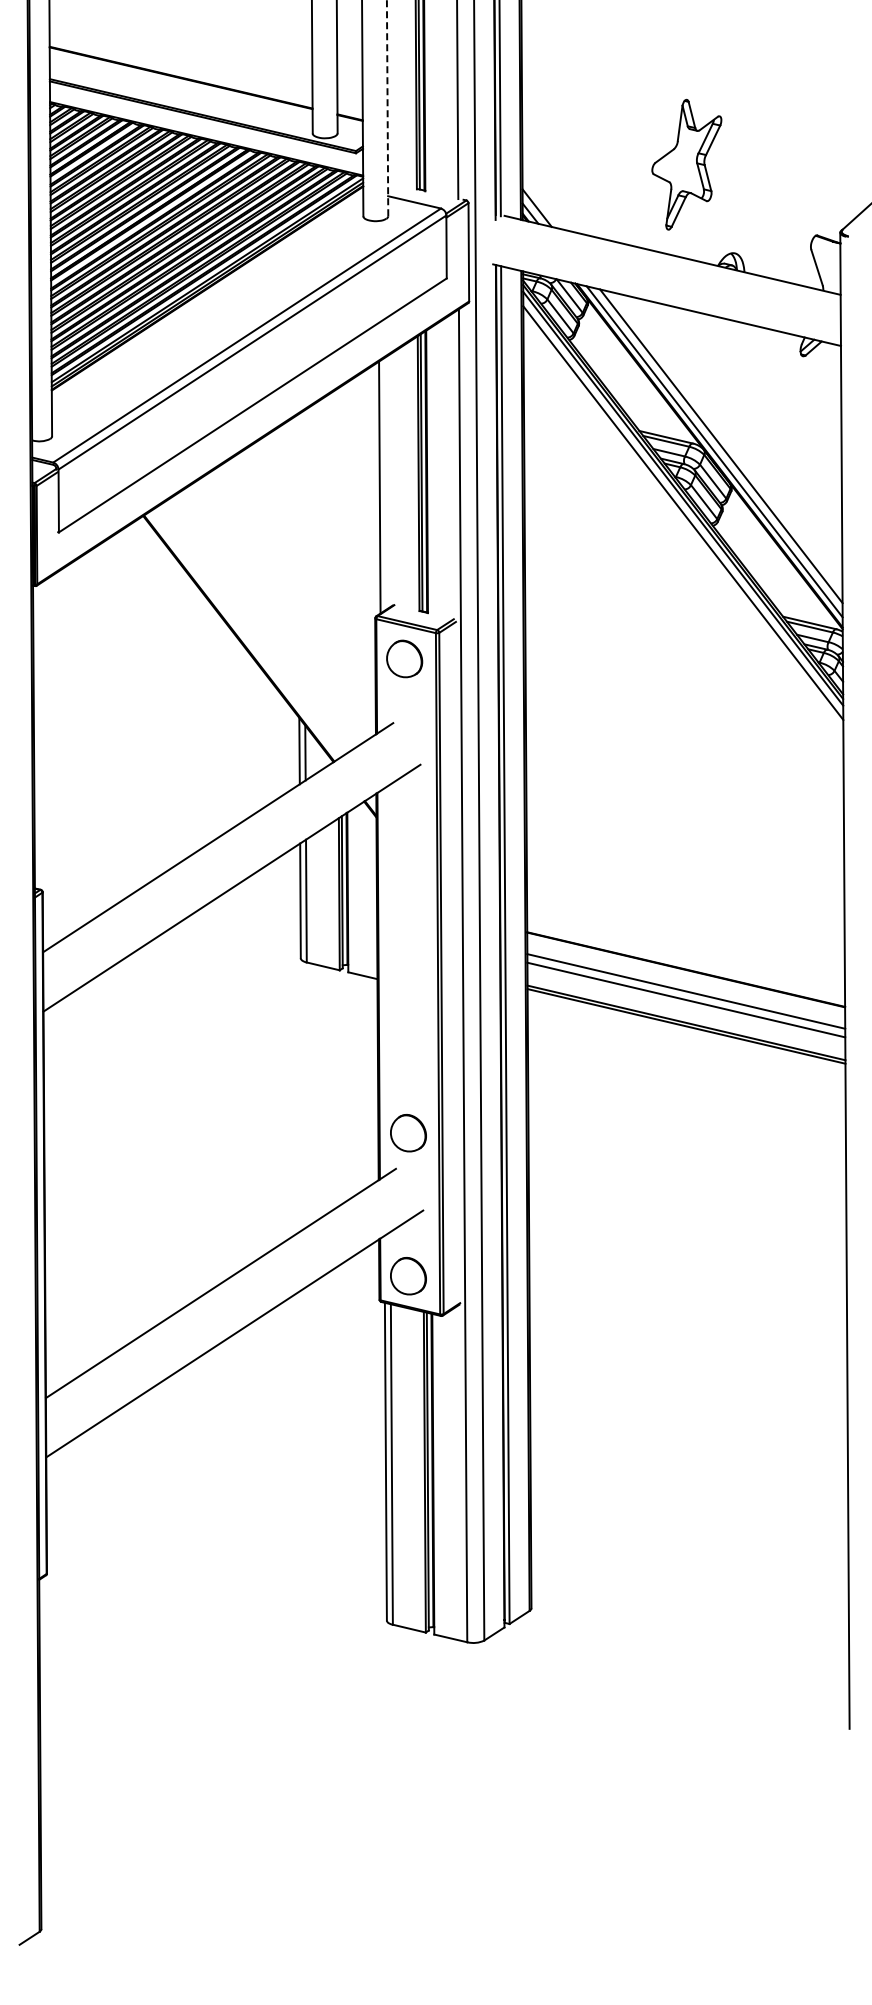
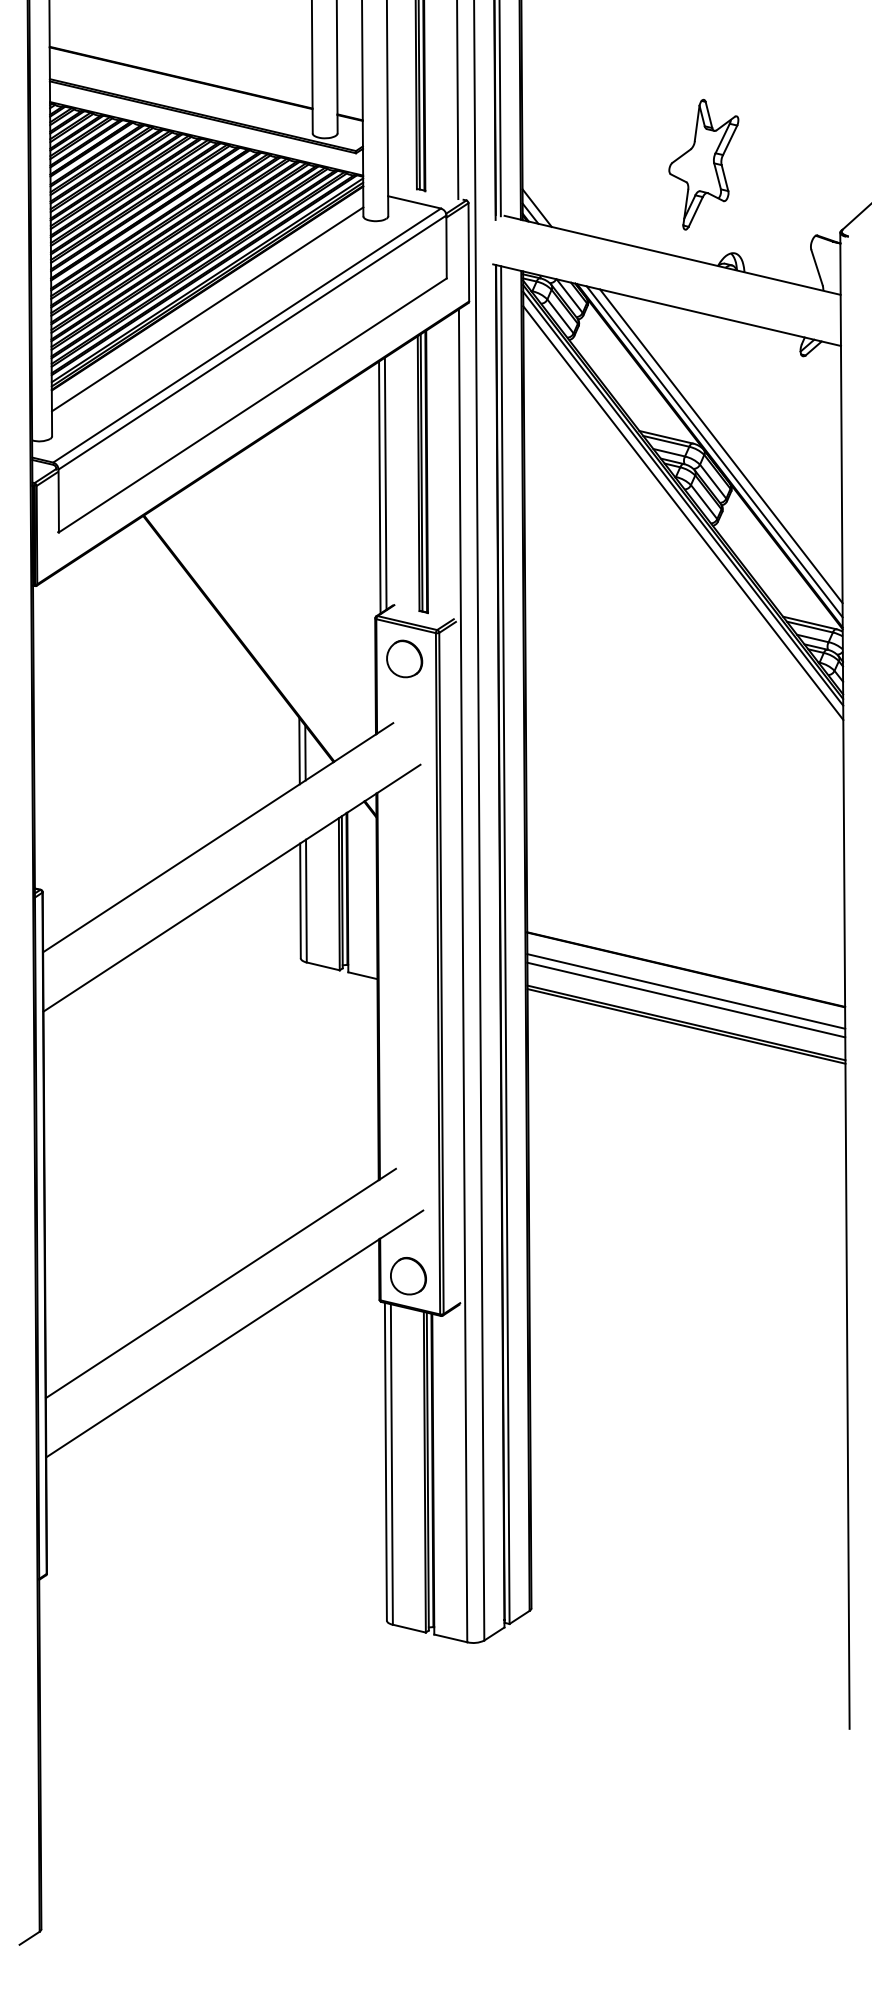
line at (387, 108): dashed -> solid
part at (686, 164) position: (686, 164) -> (703, 164)
line at (207, 309): none -> present
line at (385, 483): none -> present
part at (408, 1133): present -> none
